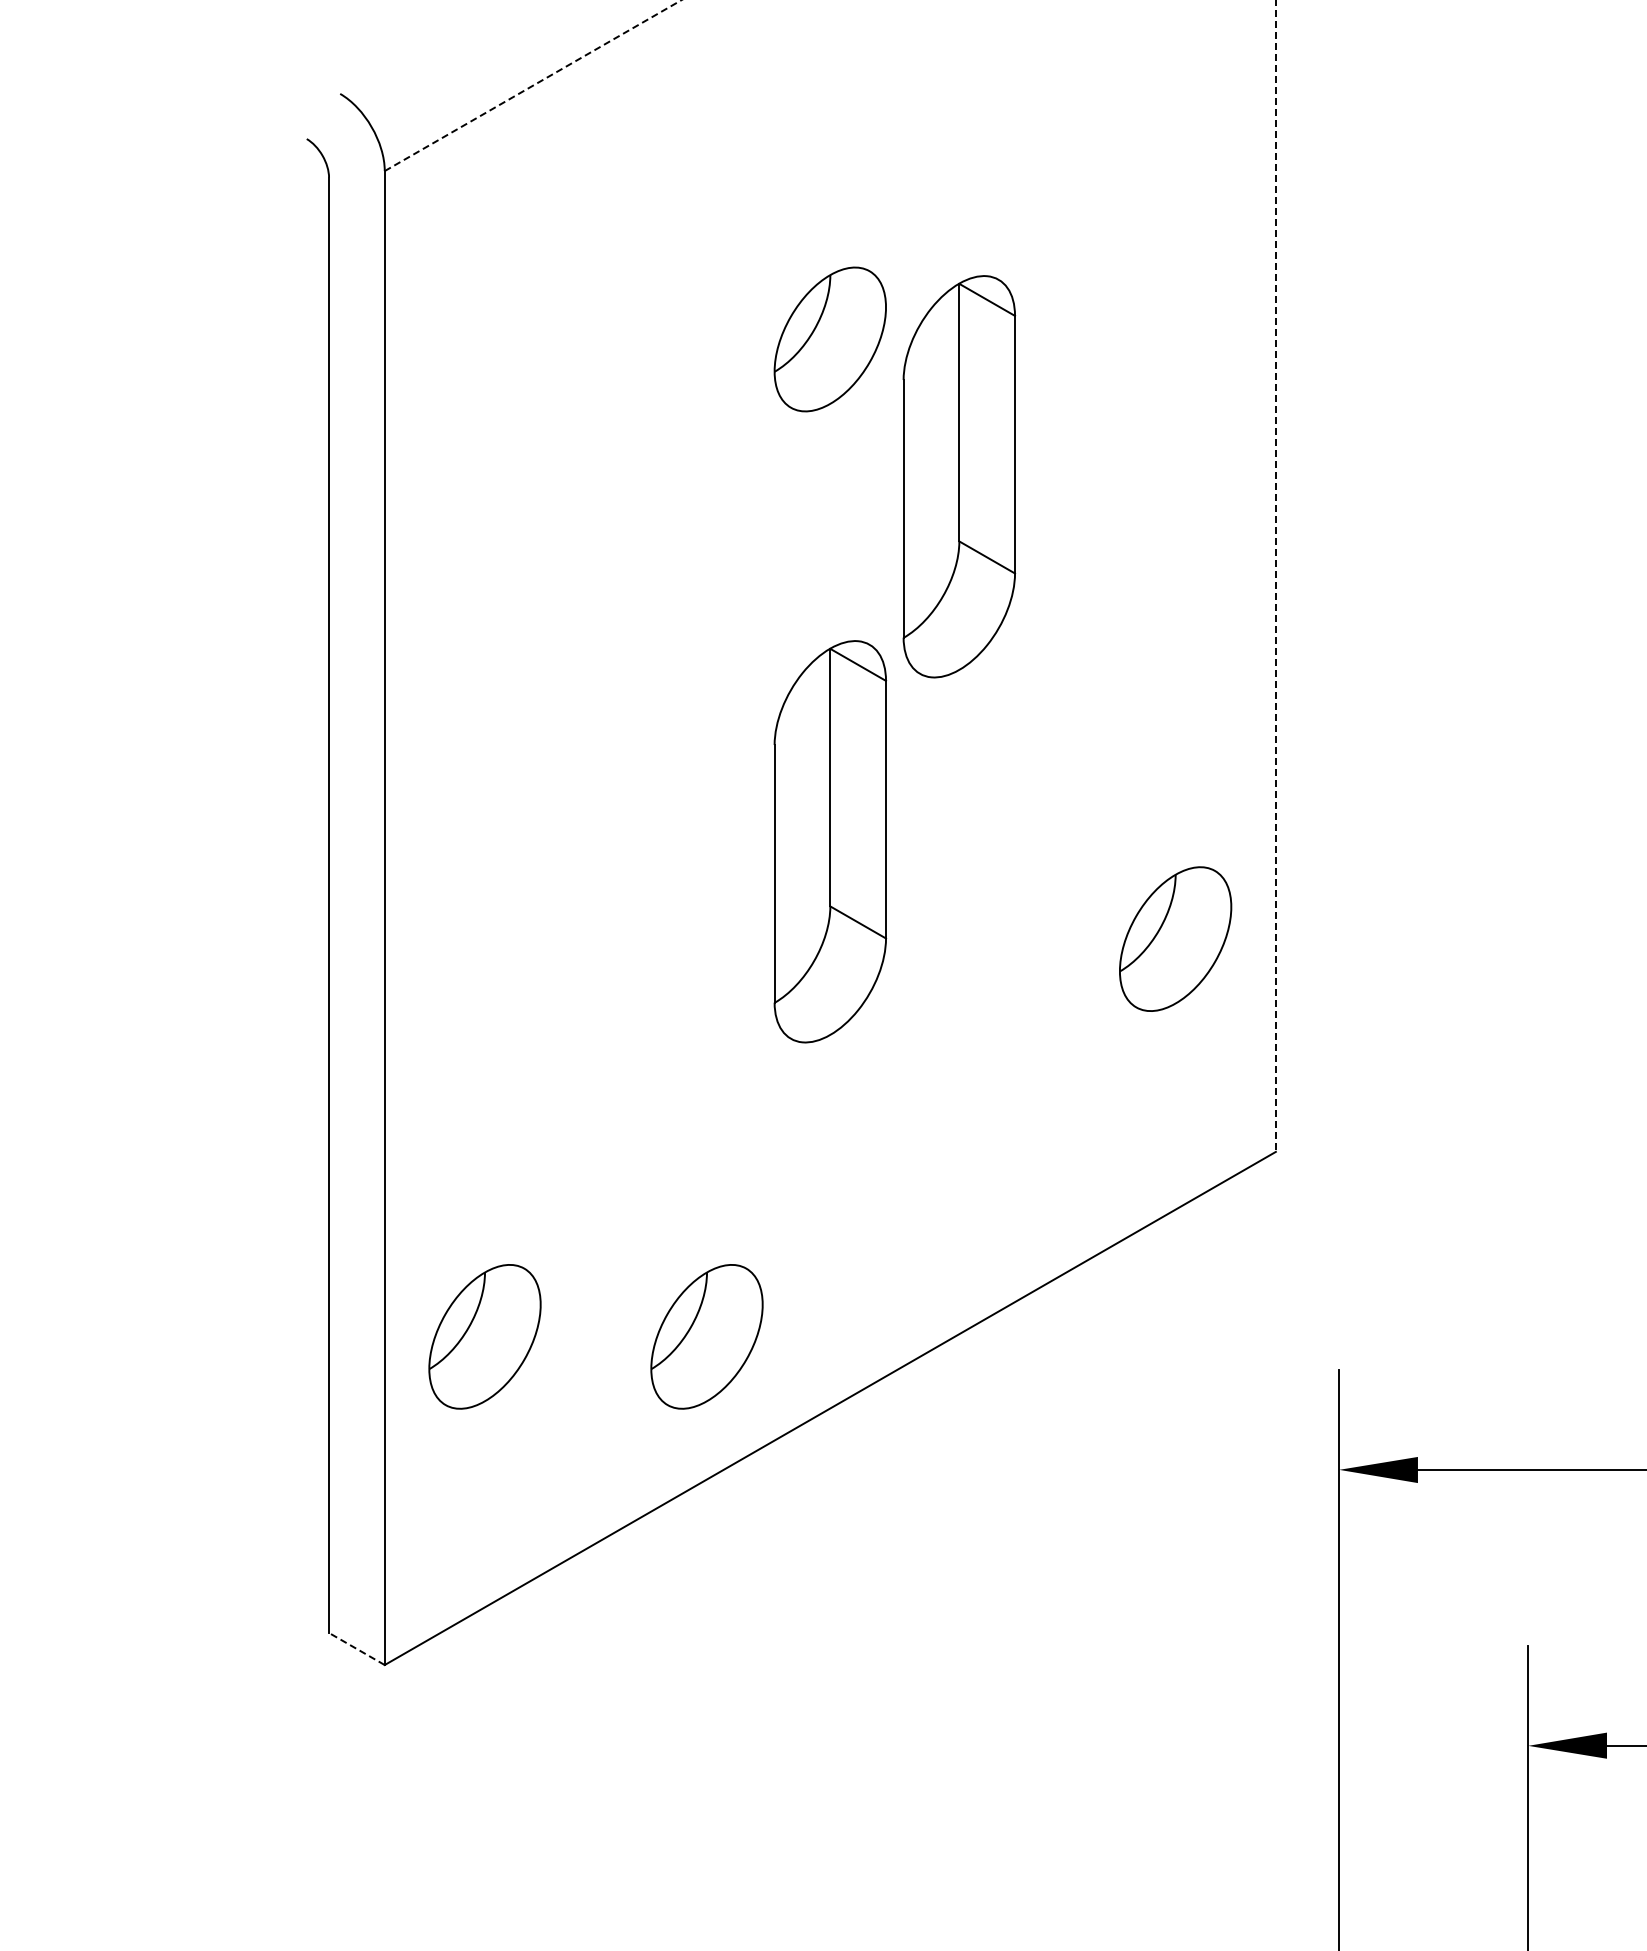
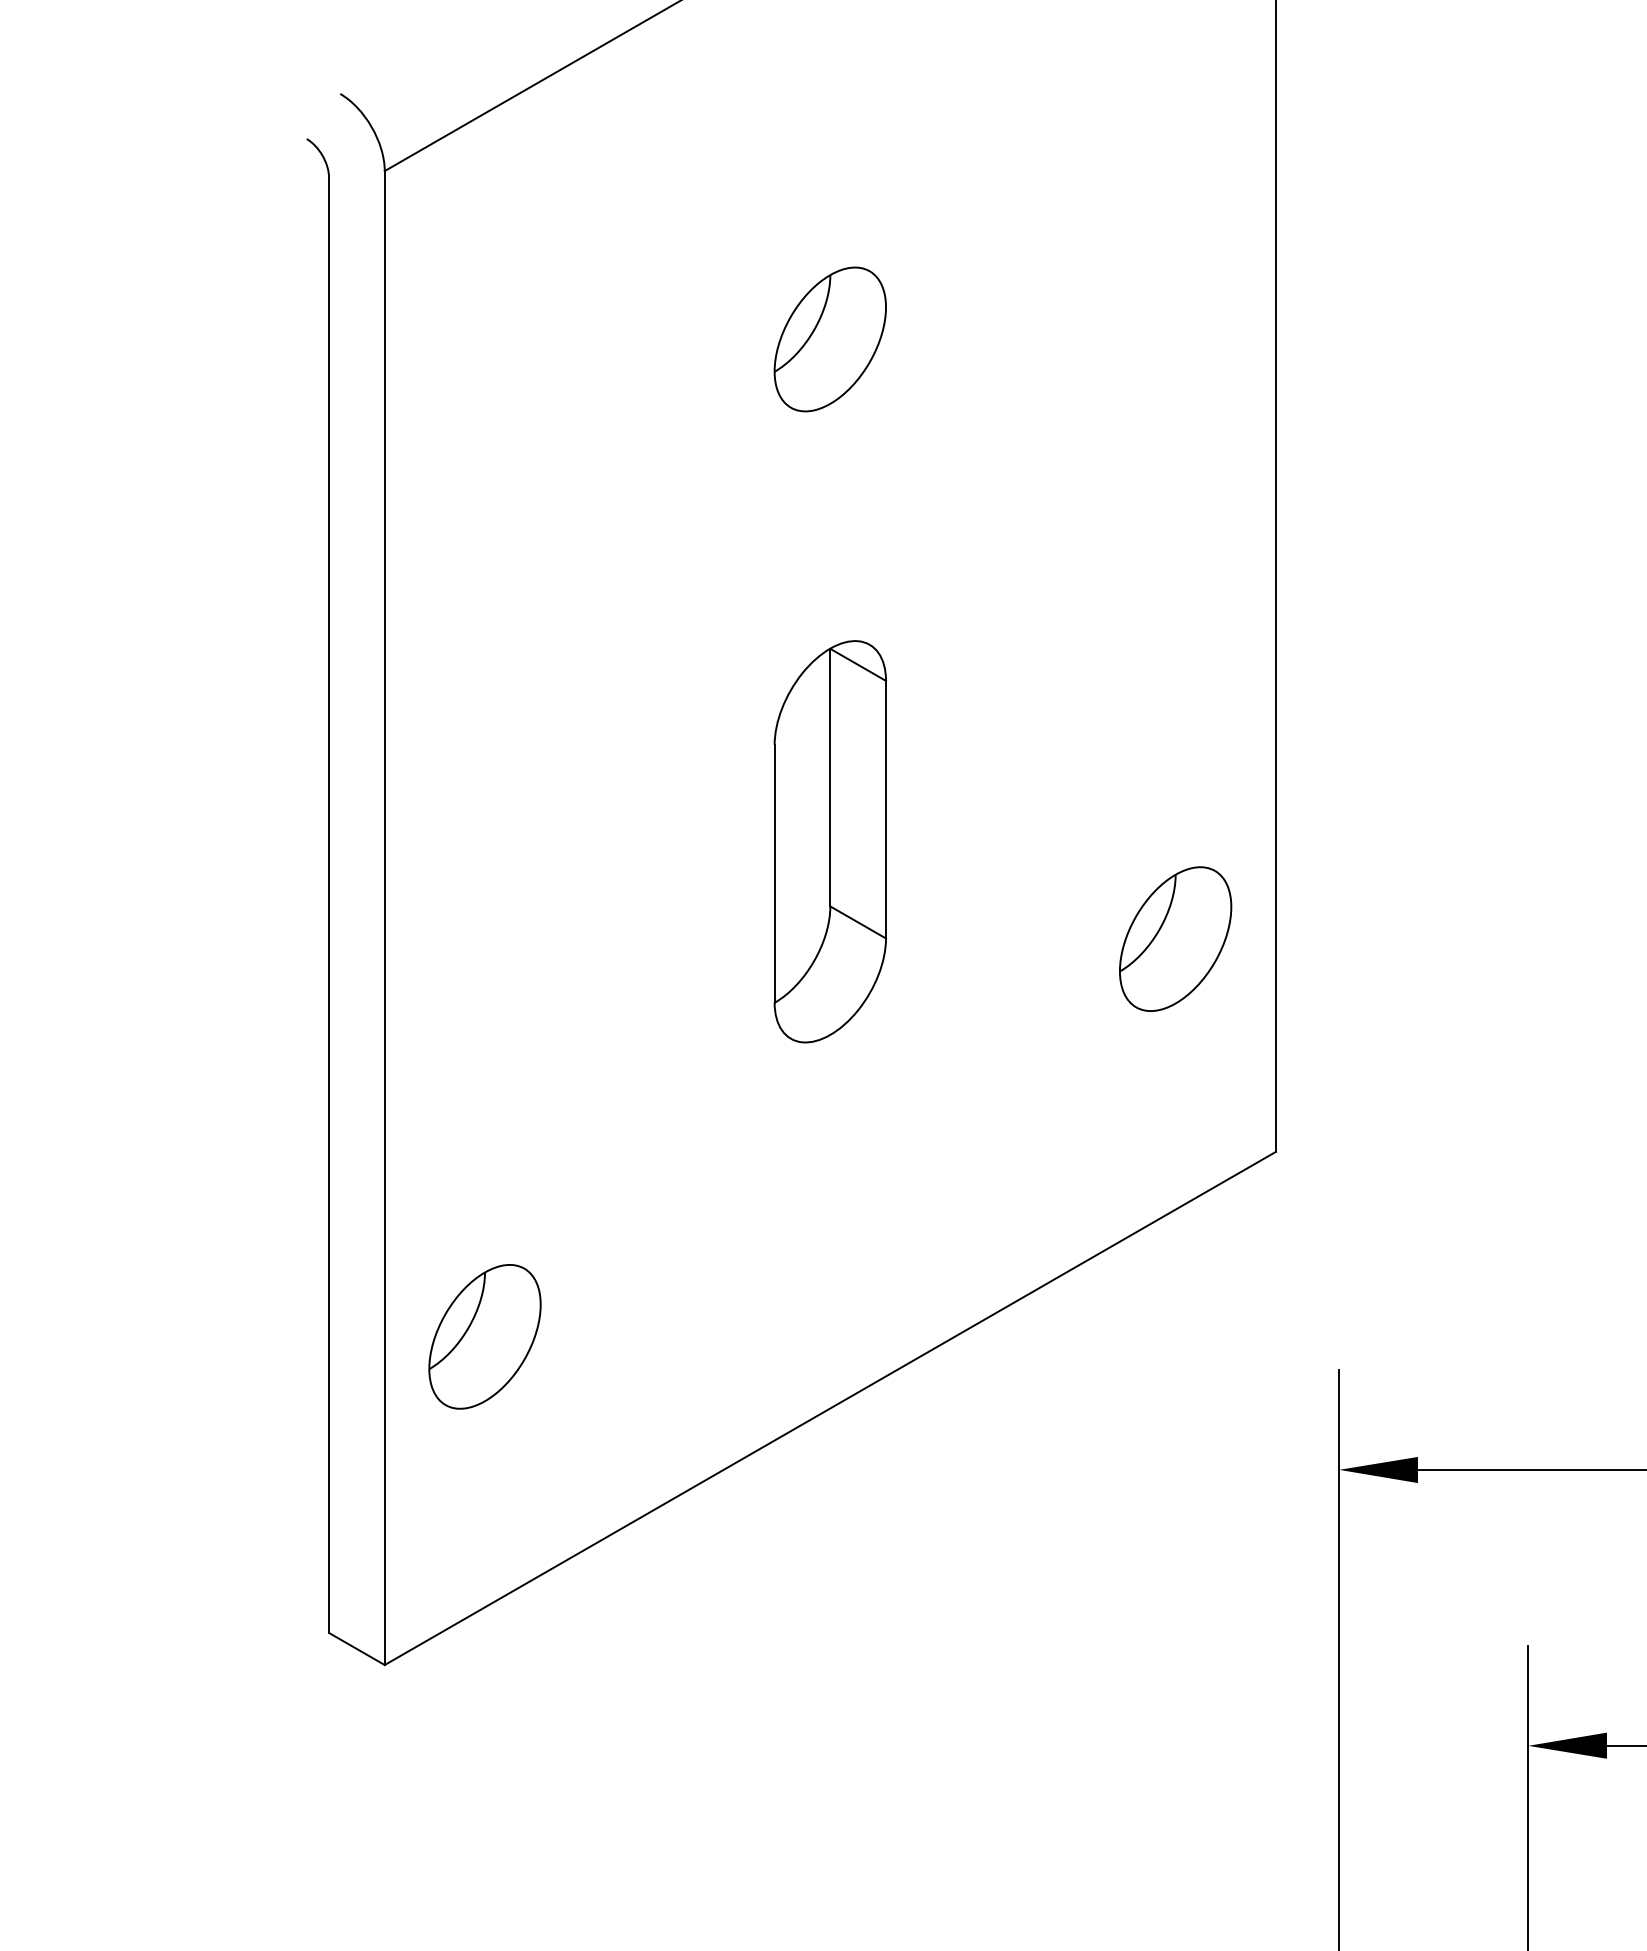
line at (533, 85): dashed -> solid
part at (959, 476): present -> none
line at (1275, 576): dashed -> solid
part at (706, 1336): present -> none
line at (356, 1648): dashed -> solid
